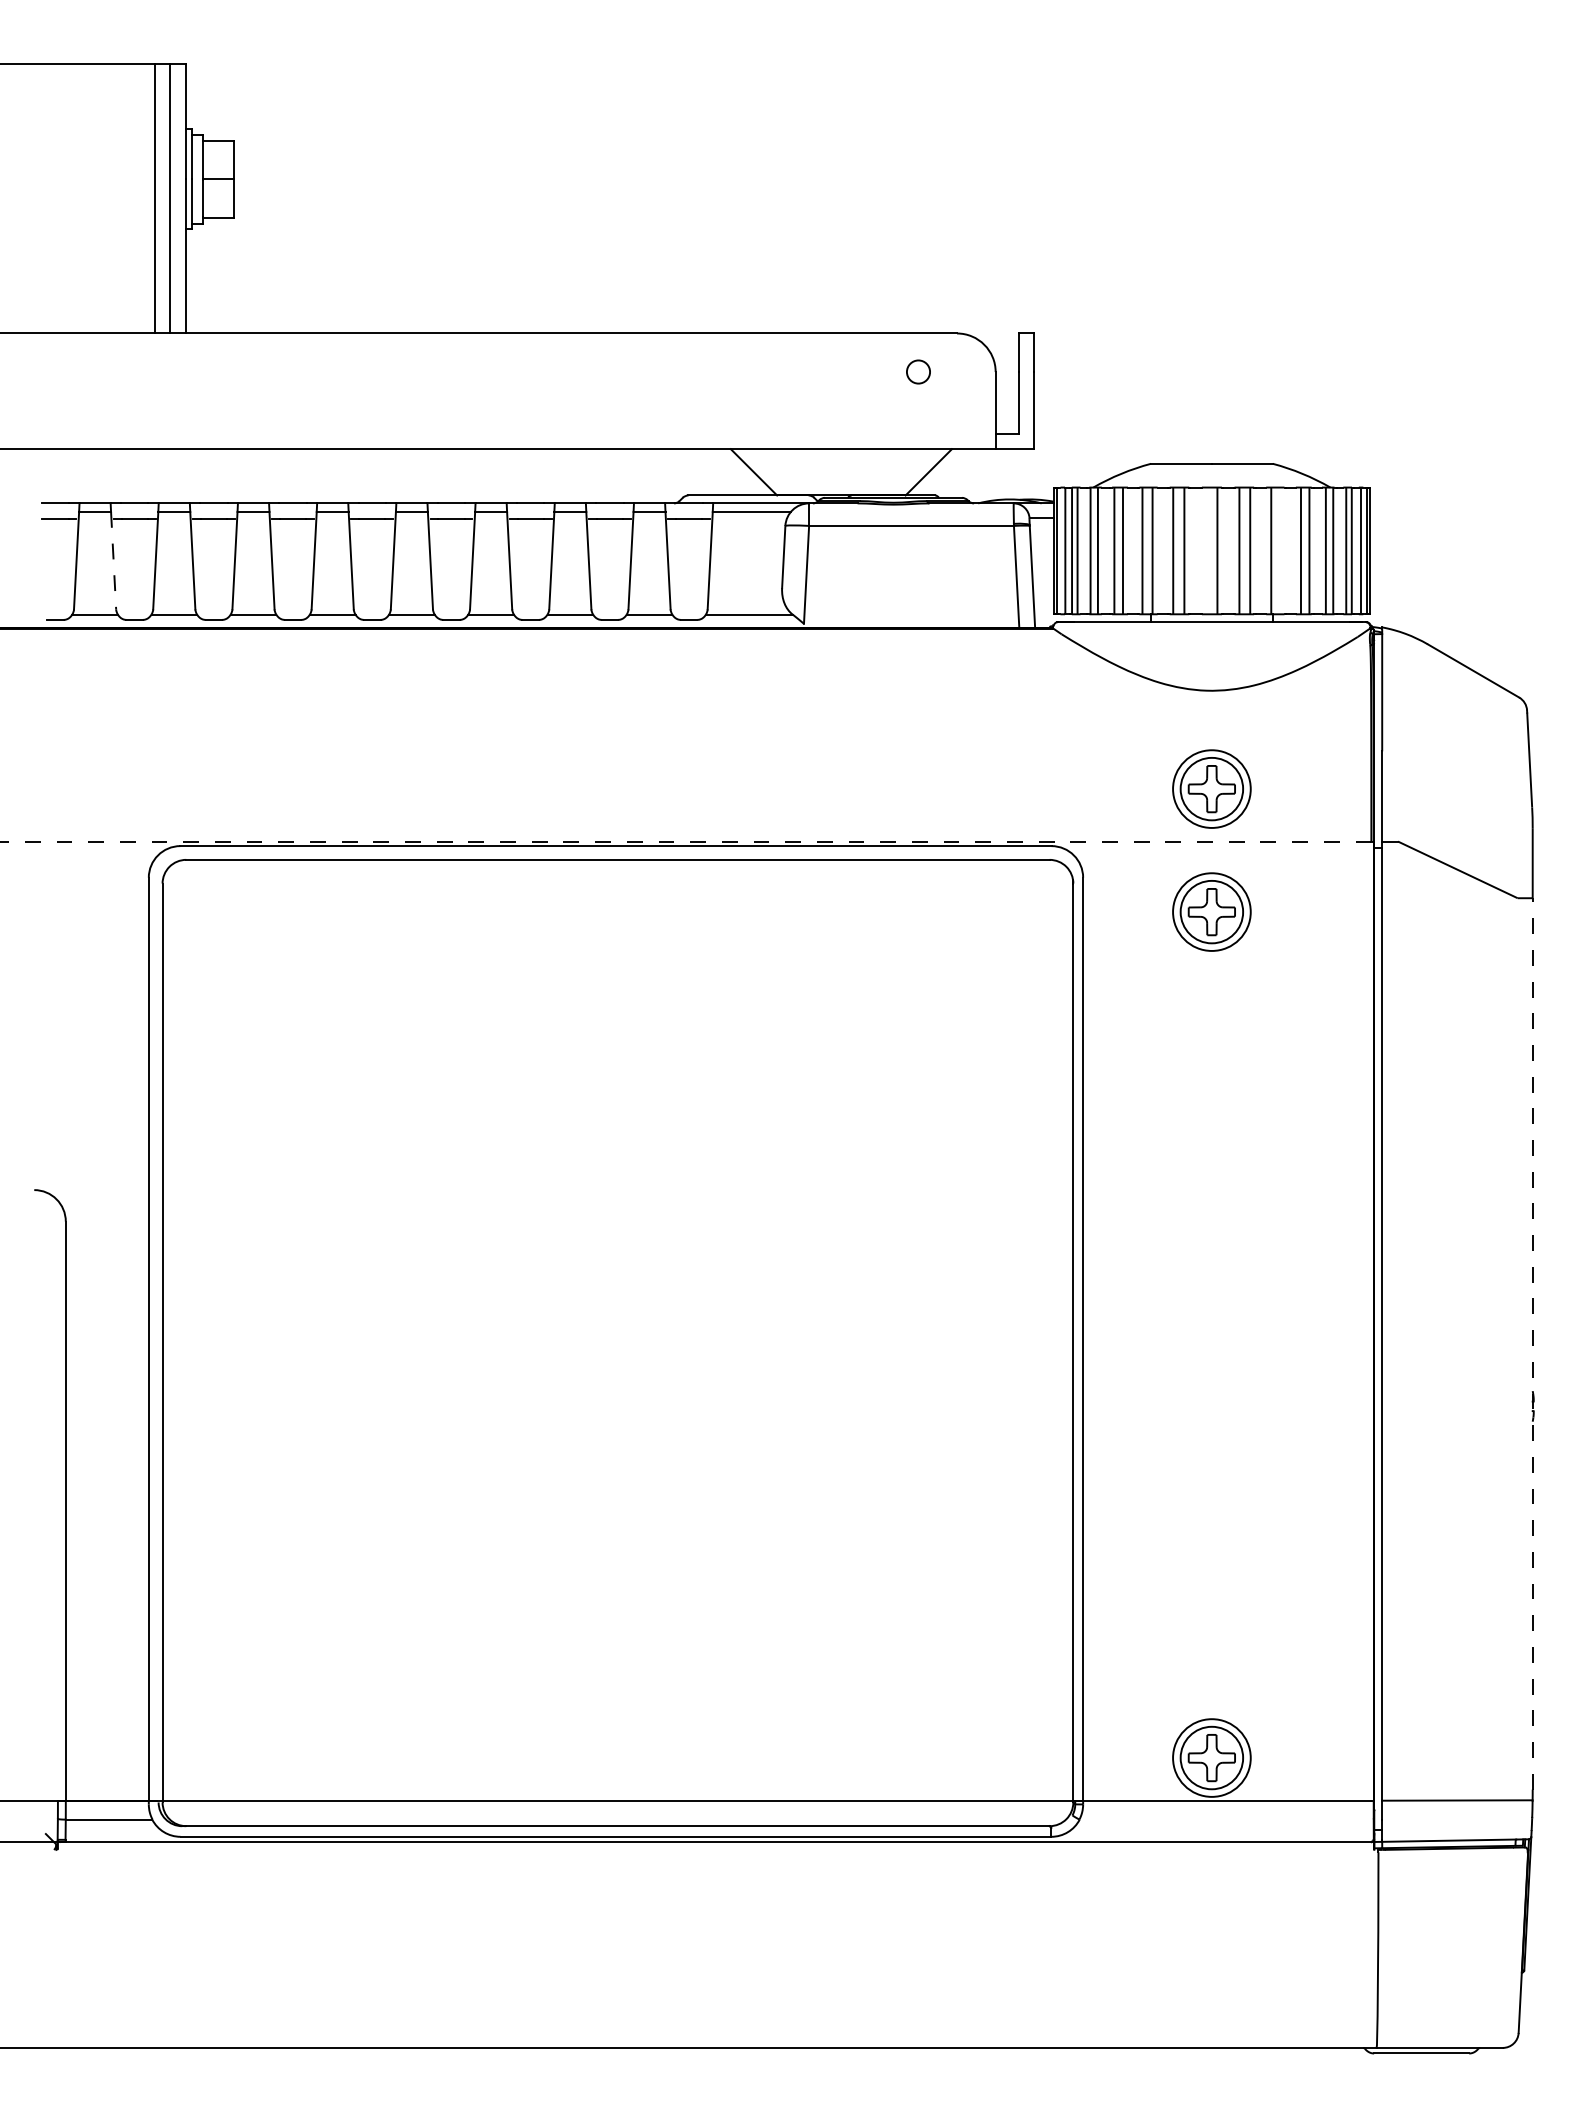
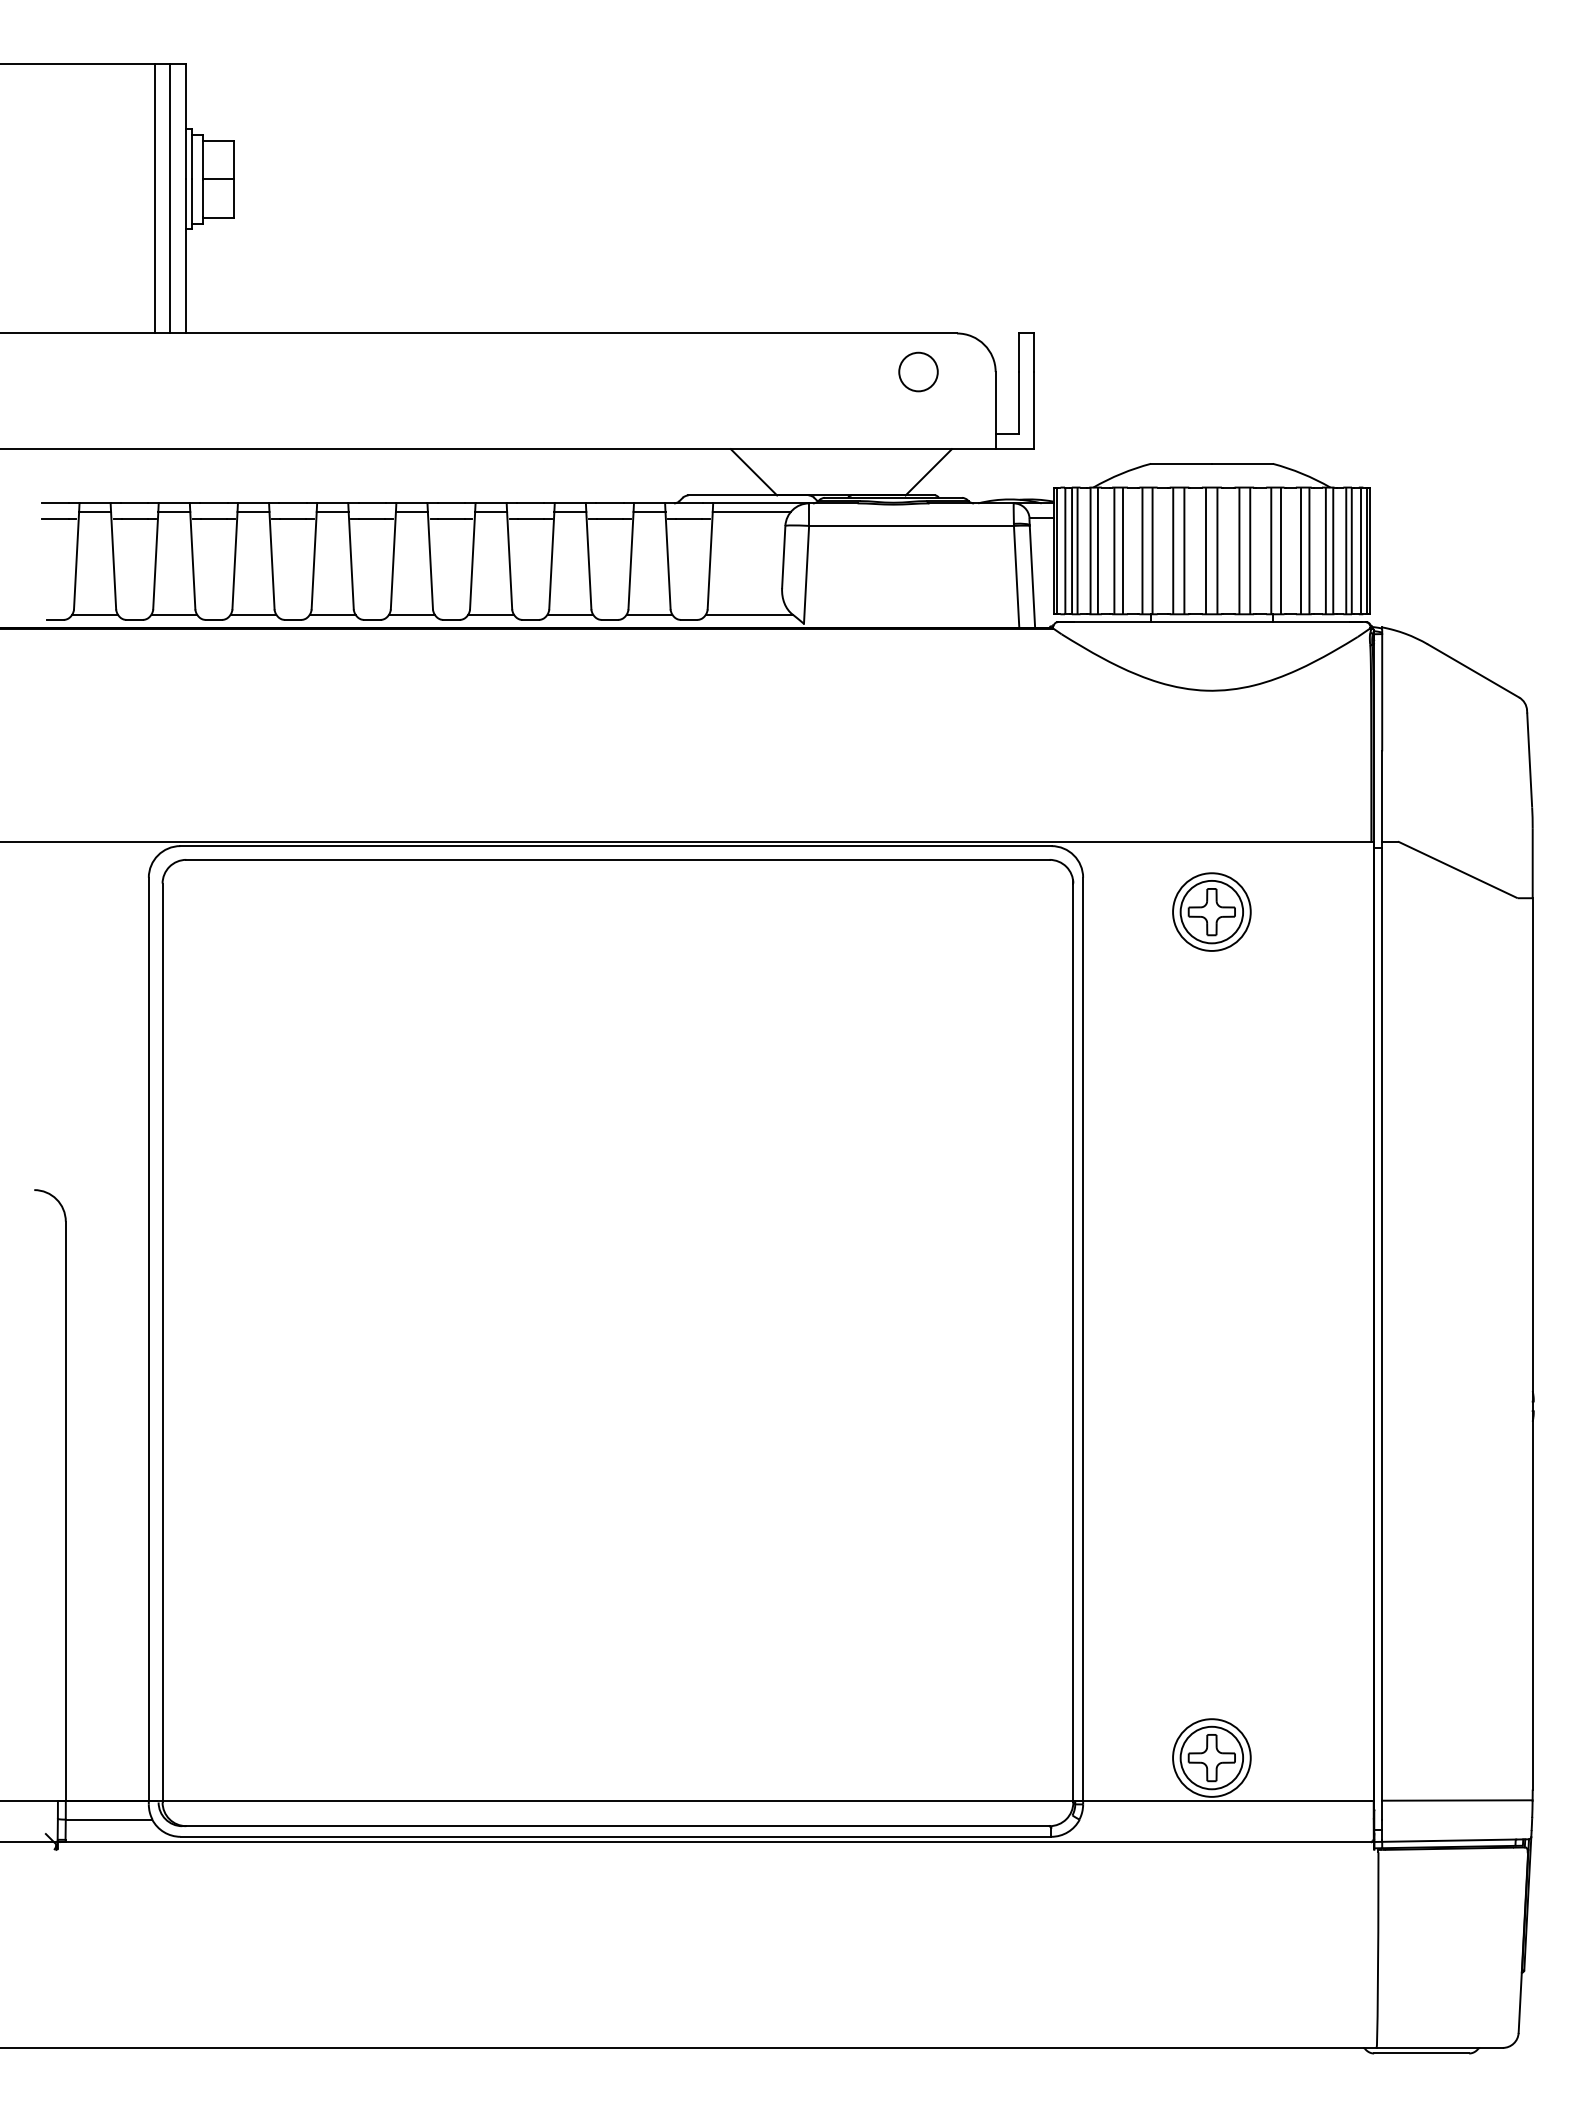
circle at (918, 371) size: 25x26 px -> 41x42 px
line at (1205, 550): none -> present
line at (1281, 550): none -> present
line at (113, 560): dashed -> solid
part at (1211, 788): present -> none
line at (685, 841): dashed -> solid
line at (1532, 1343): dashed -> solid
